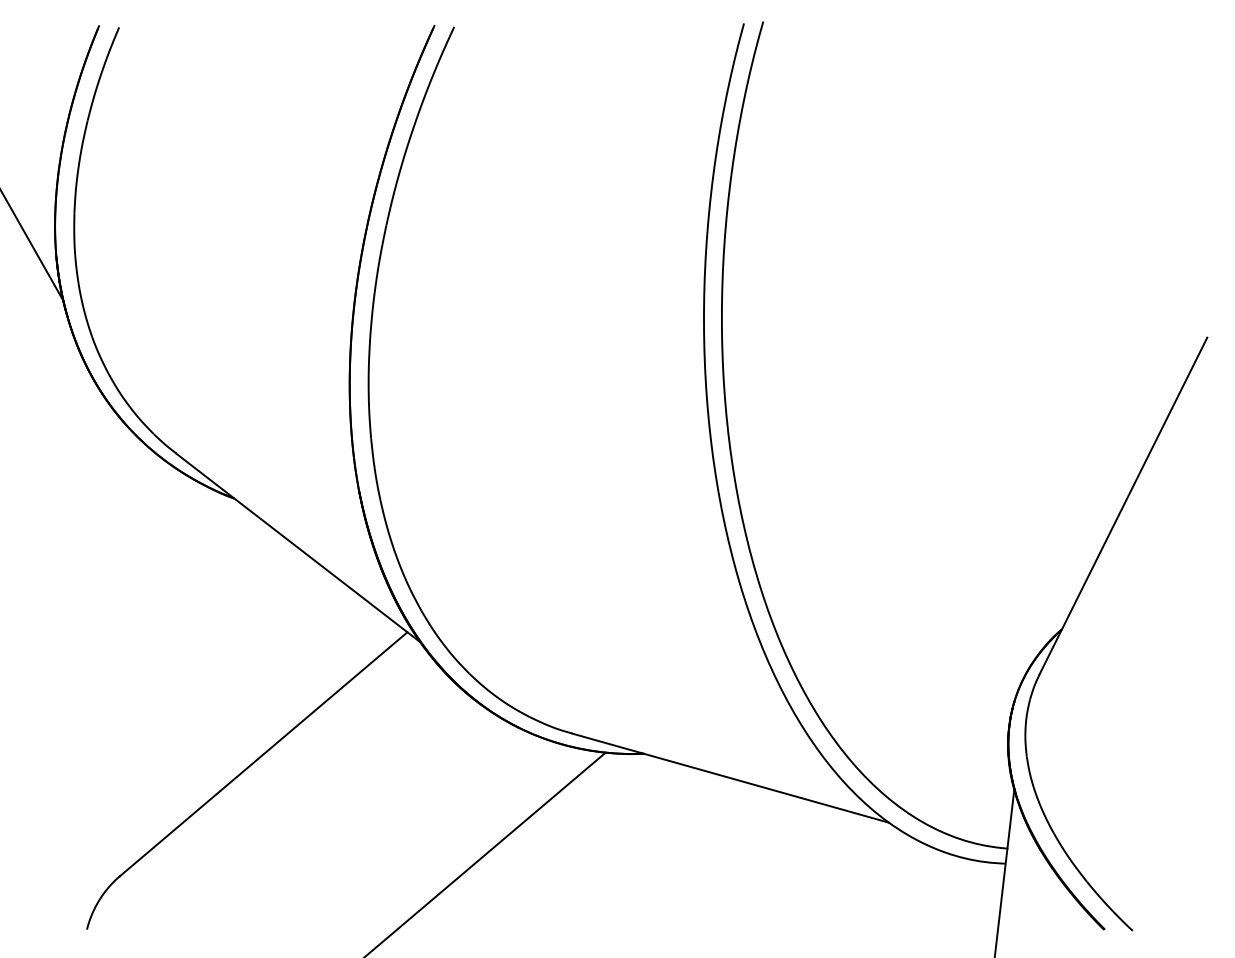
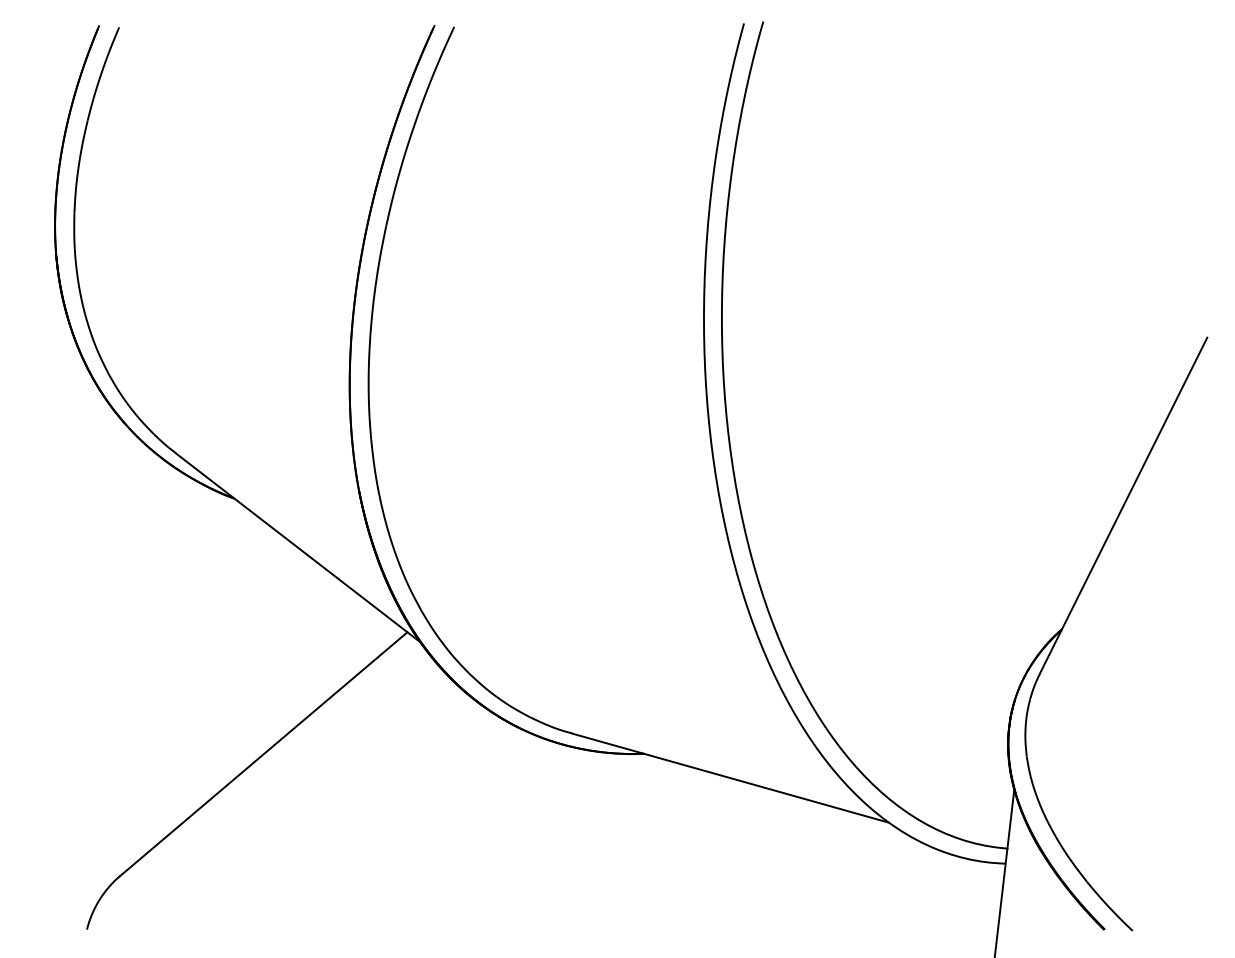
line at (32, 246): present -> none
line at (486, 853): present -> none
